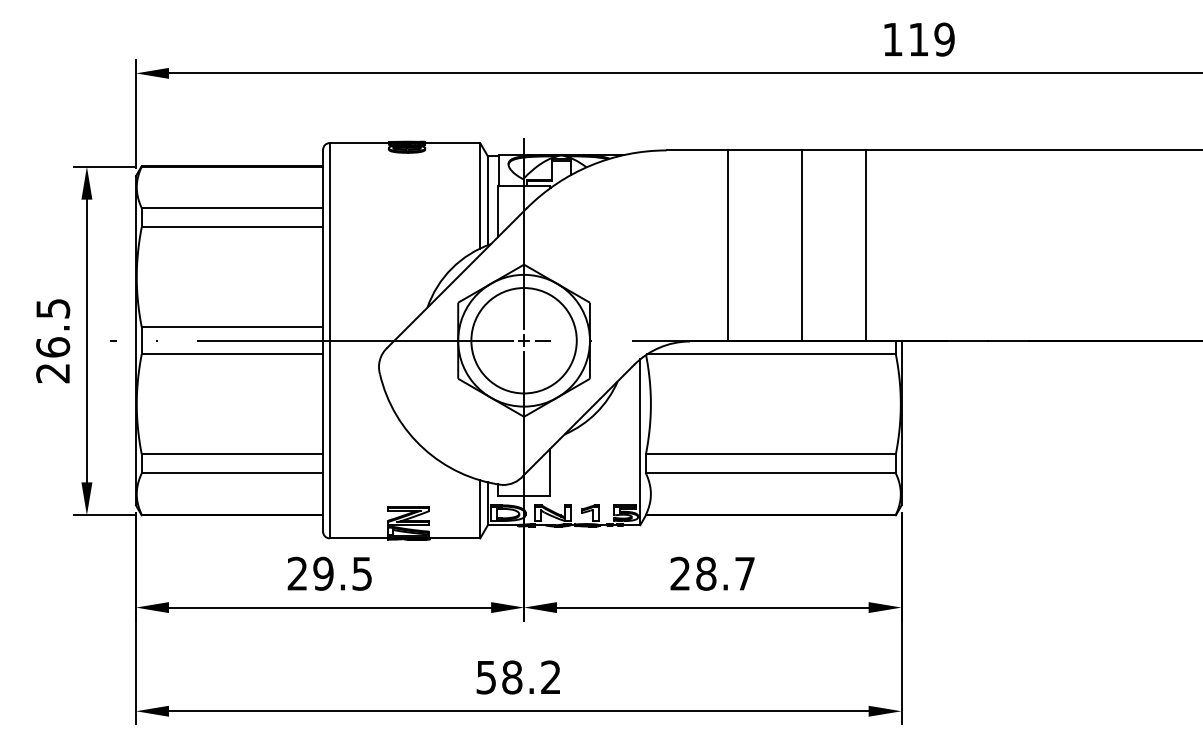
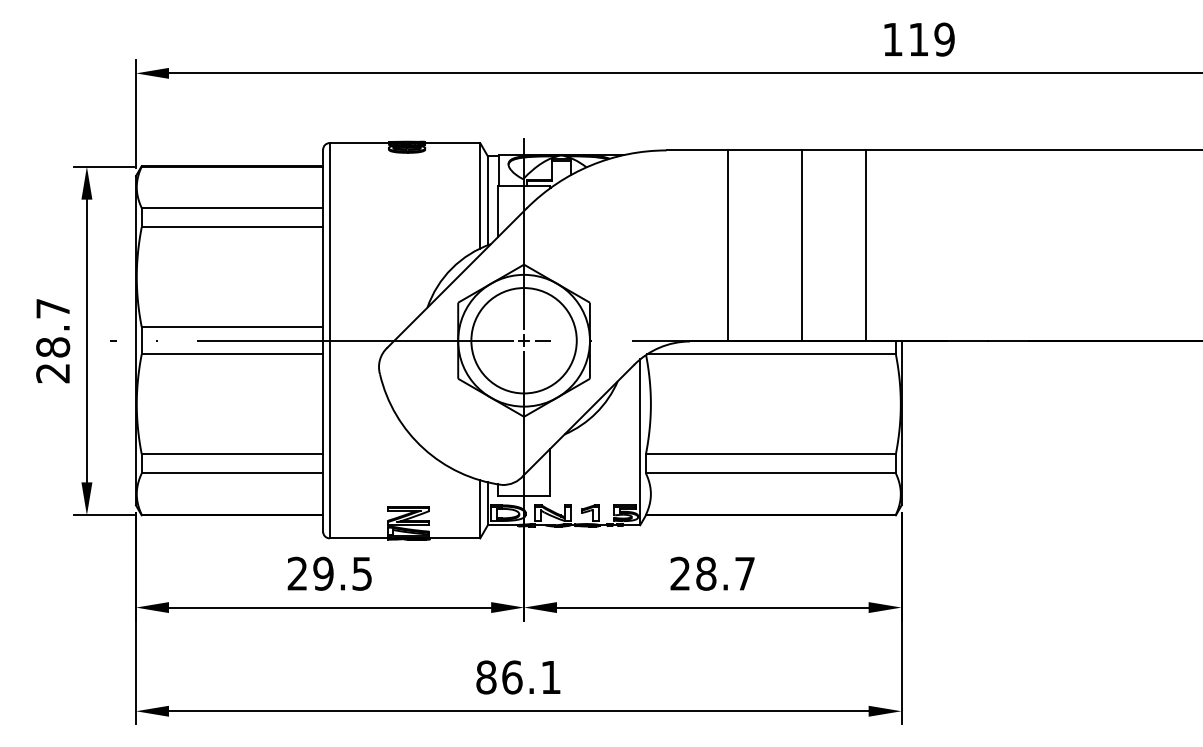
text at (53, 328): 26.5 -> 28.7
text at (518, 677): 58.2 -> 86.1
